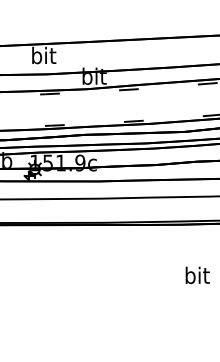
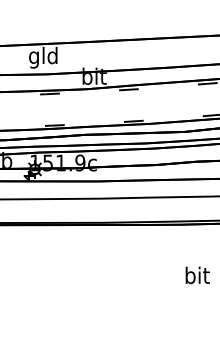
text at (43, 57): bit -> gld
